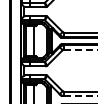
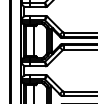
line at (81, 49): dashed -> solid
line at (81, 96): dashed -> solid
